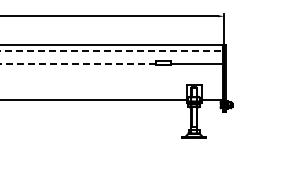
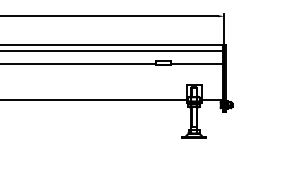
line at (112, 50): dashed -> solid
line at (78, 64): dashed -> solid
